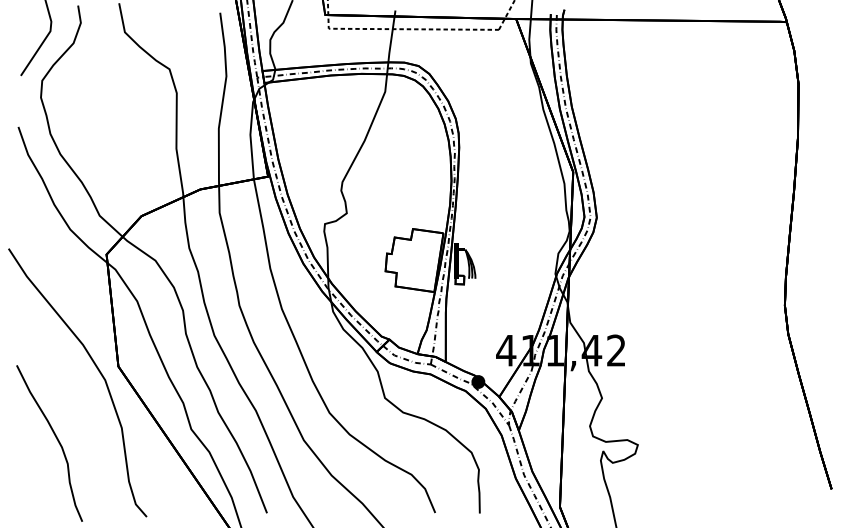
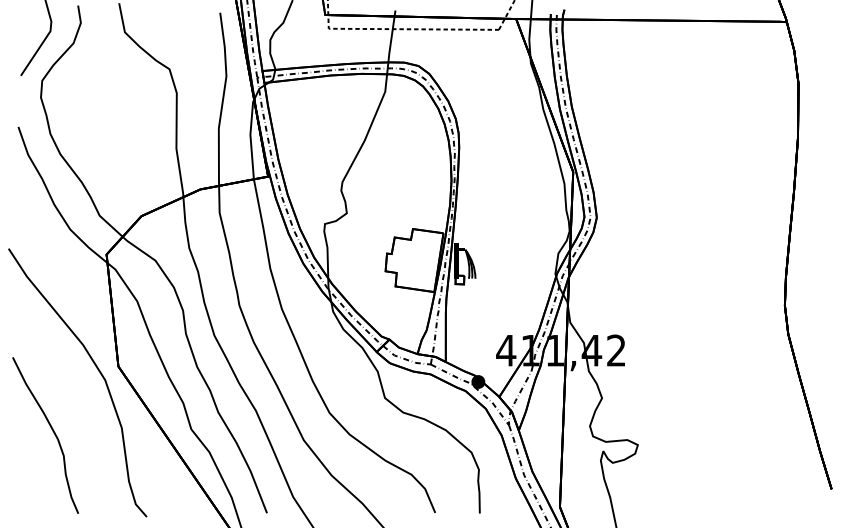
curve at (56, 439) position: (56, 439) -> (52, 431)
